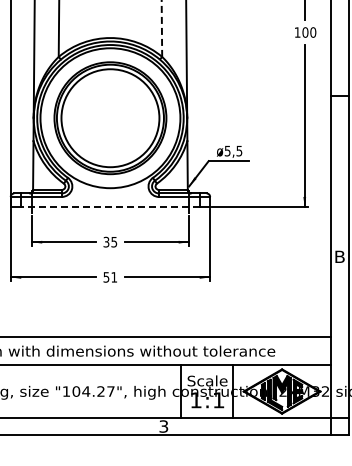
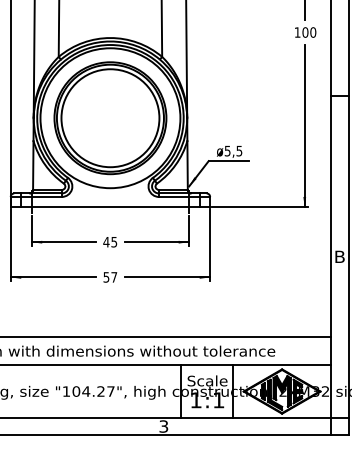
line at (161, 28): dashed -> solid
line at (109, 207): dashed -> solid
text at (106, 241): 35 -> 45
text at (114, 277): 51 -> 57
